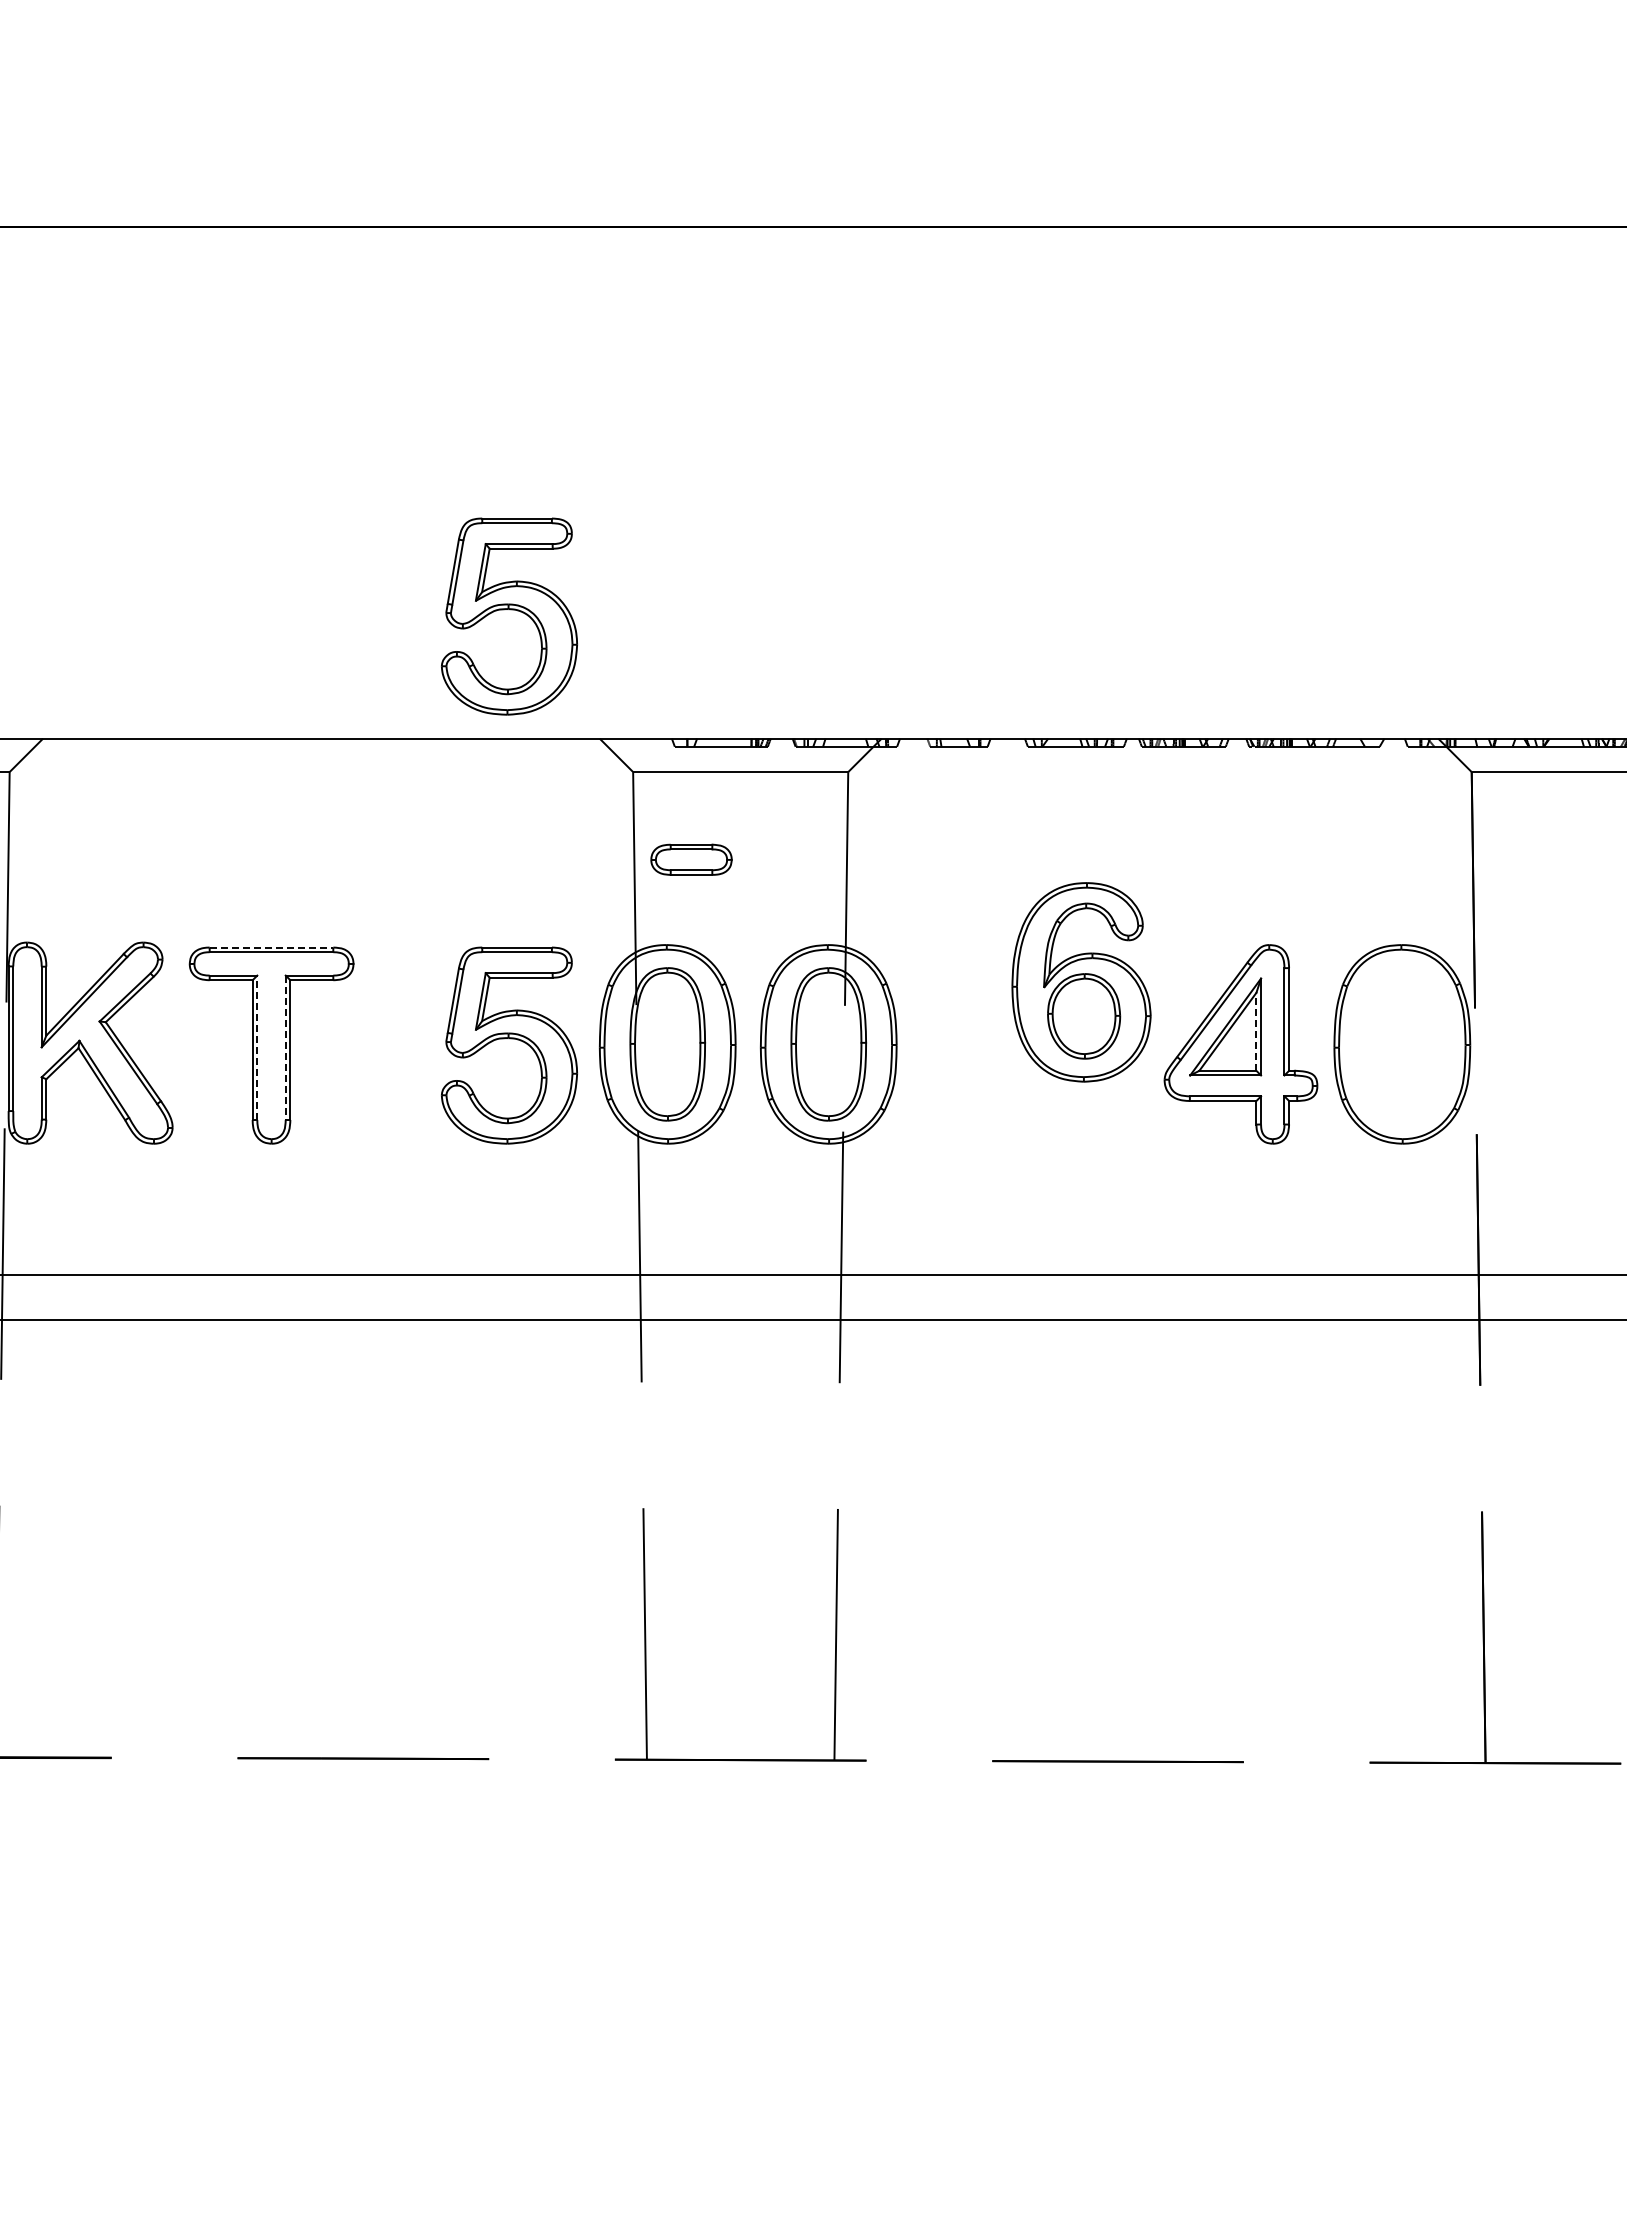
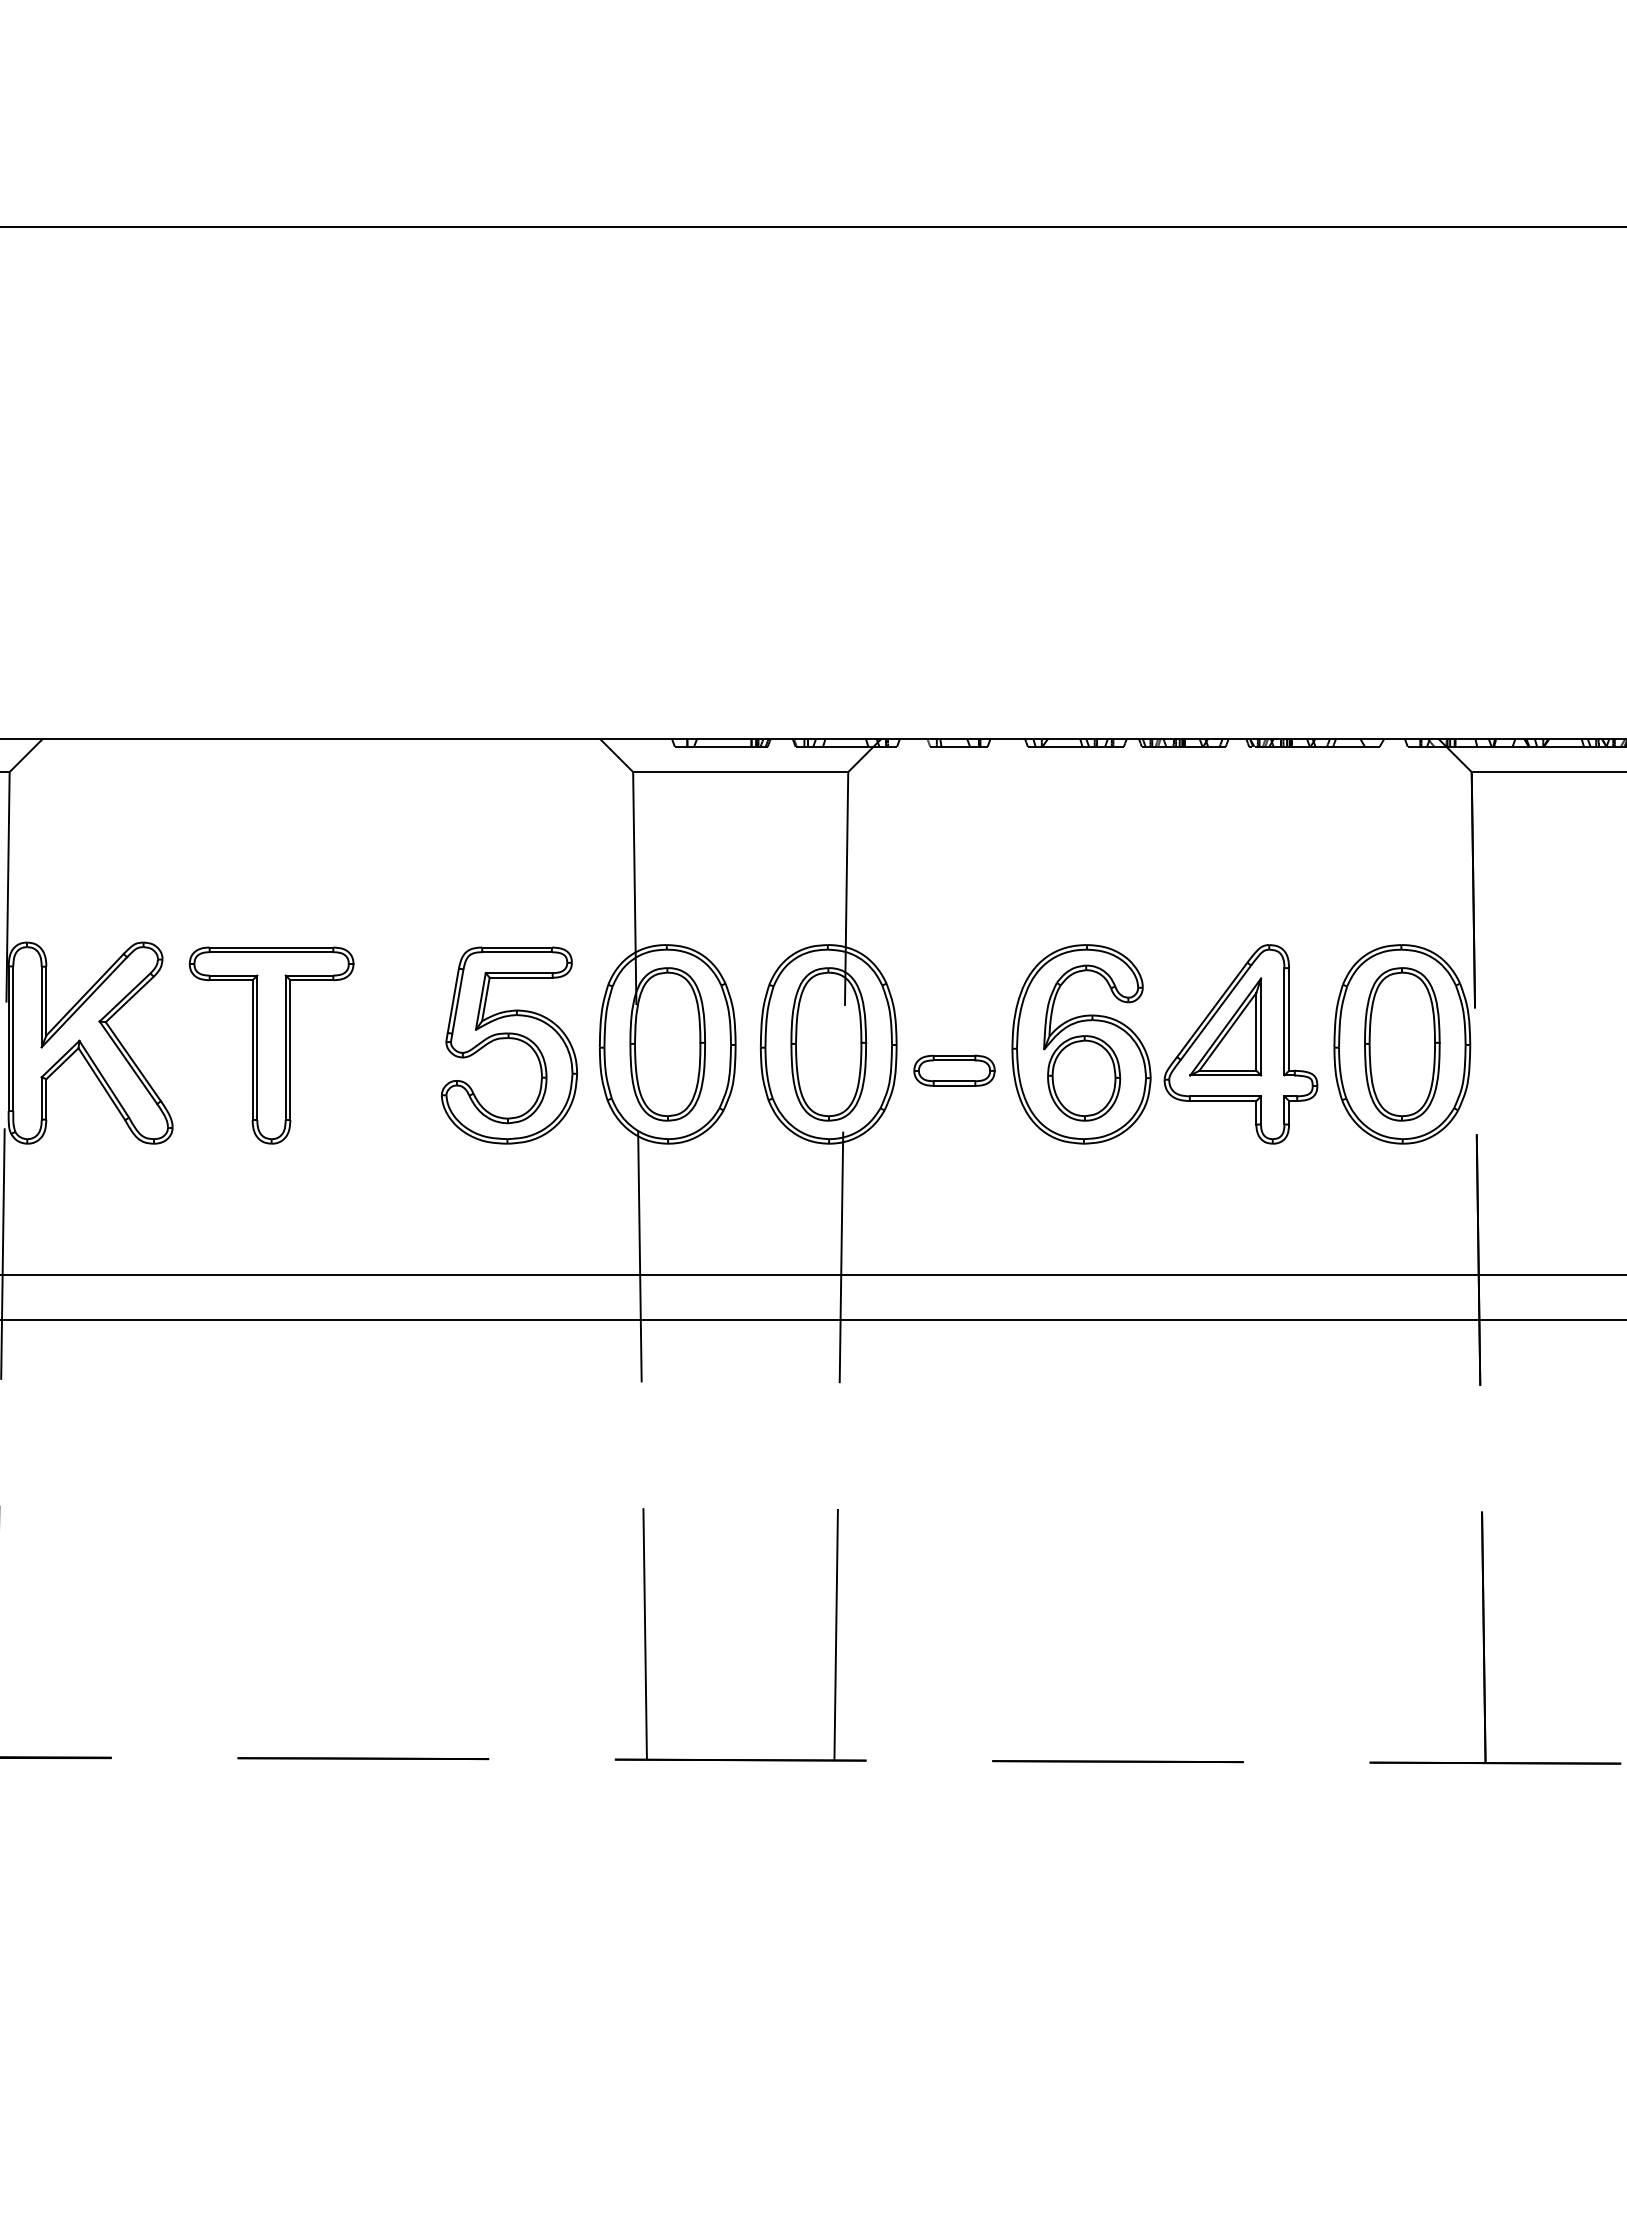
part at (510, 610): present -> none
part at (691, 859) position: (691, 859) -> (954, 1070)
line at (271, 947): dashed -> solid
part at (1081, 982) position: (1081, 982) -> (1081, 1044)
line at (1256, 1031): dashed -> solid
part at (1402, 1044): none -> present
line at (257, 1047): dashed -> solid
line at (285, 1048): dashed -> solid
